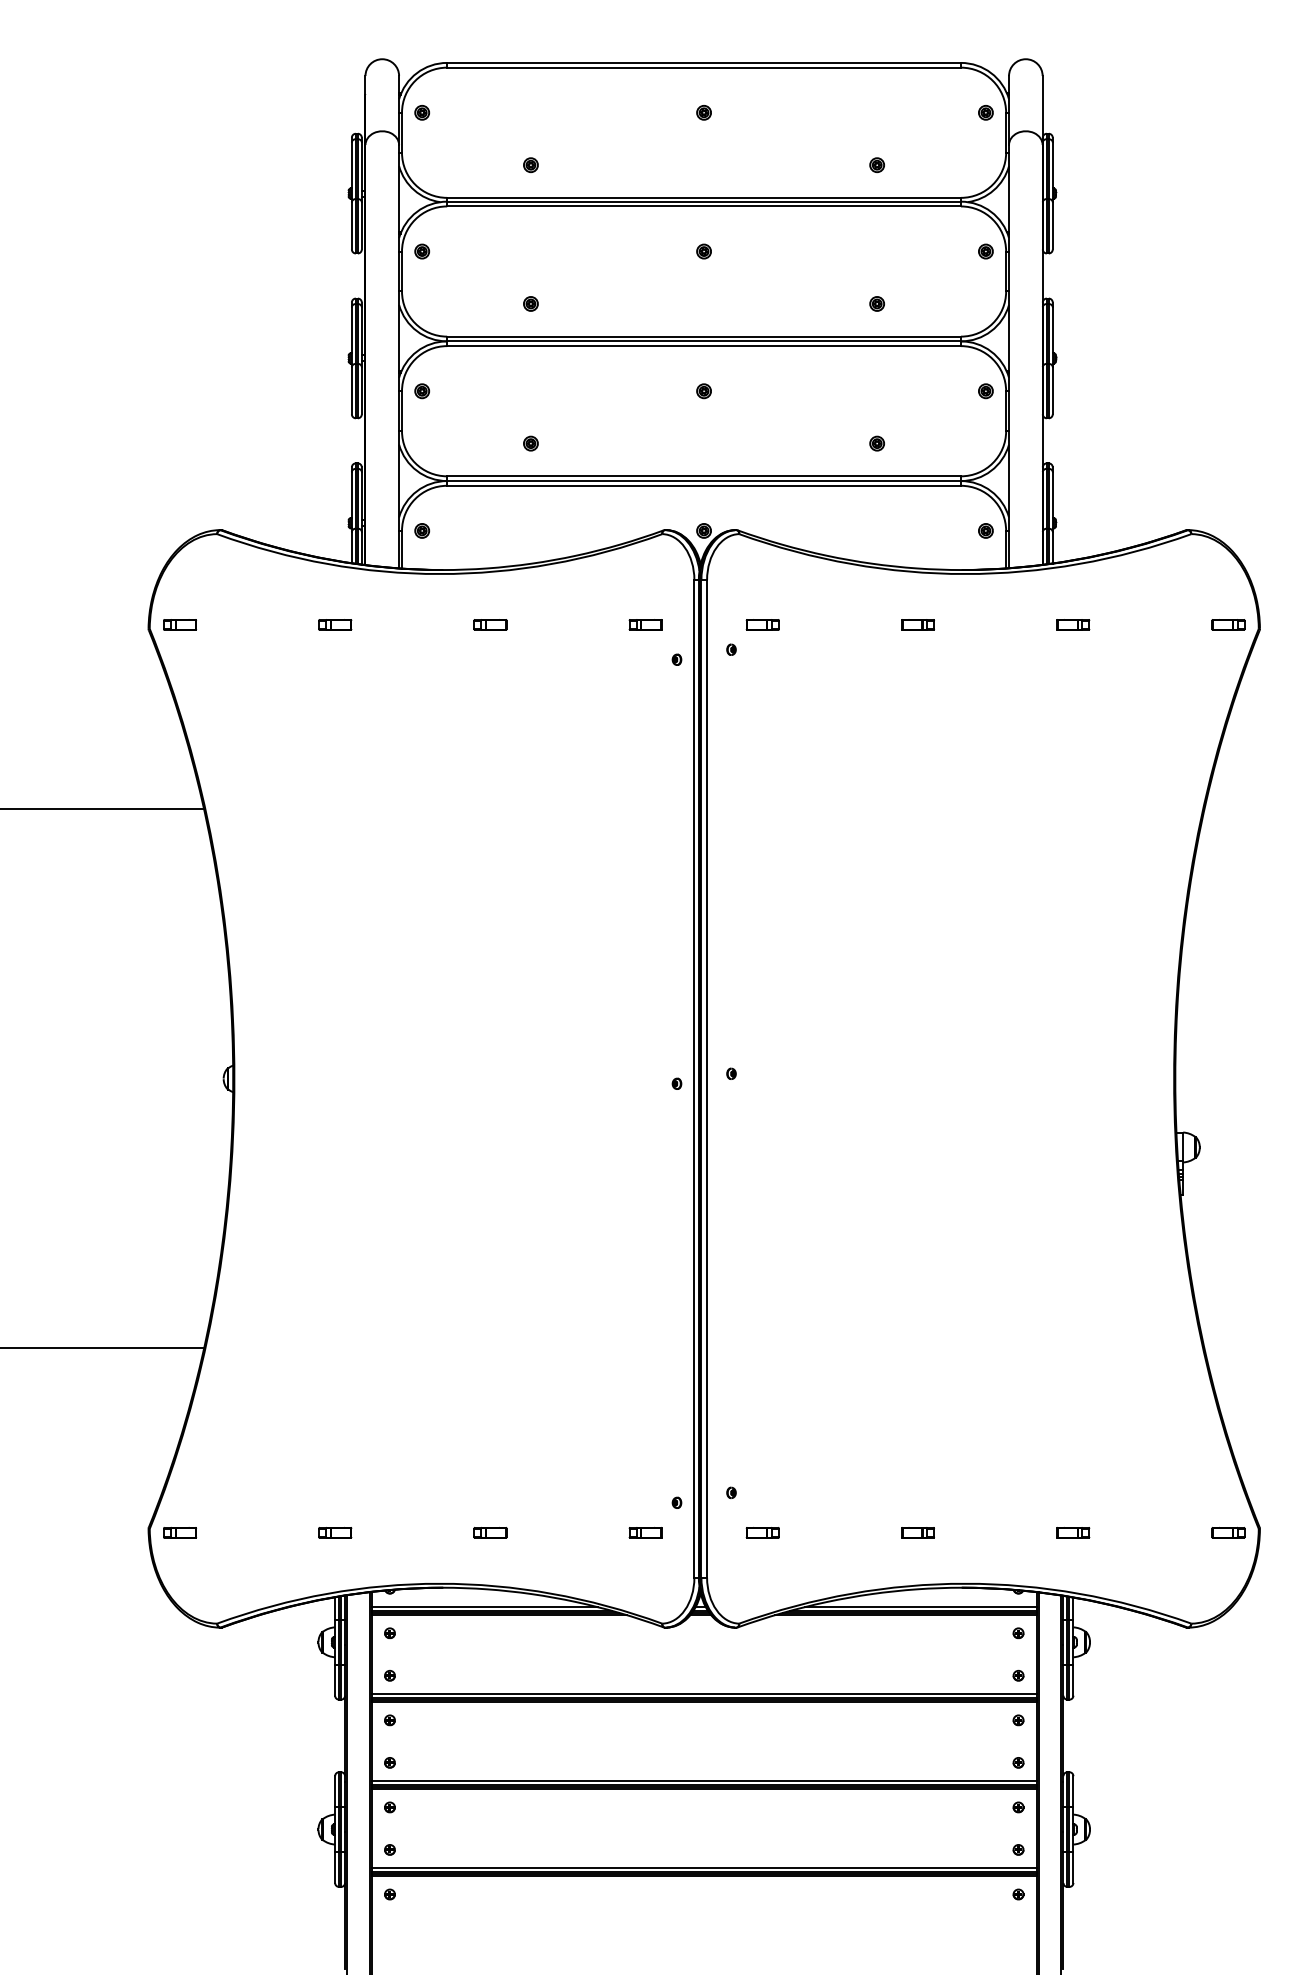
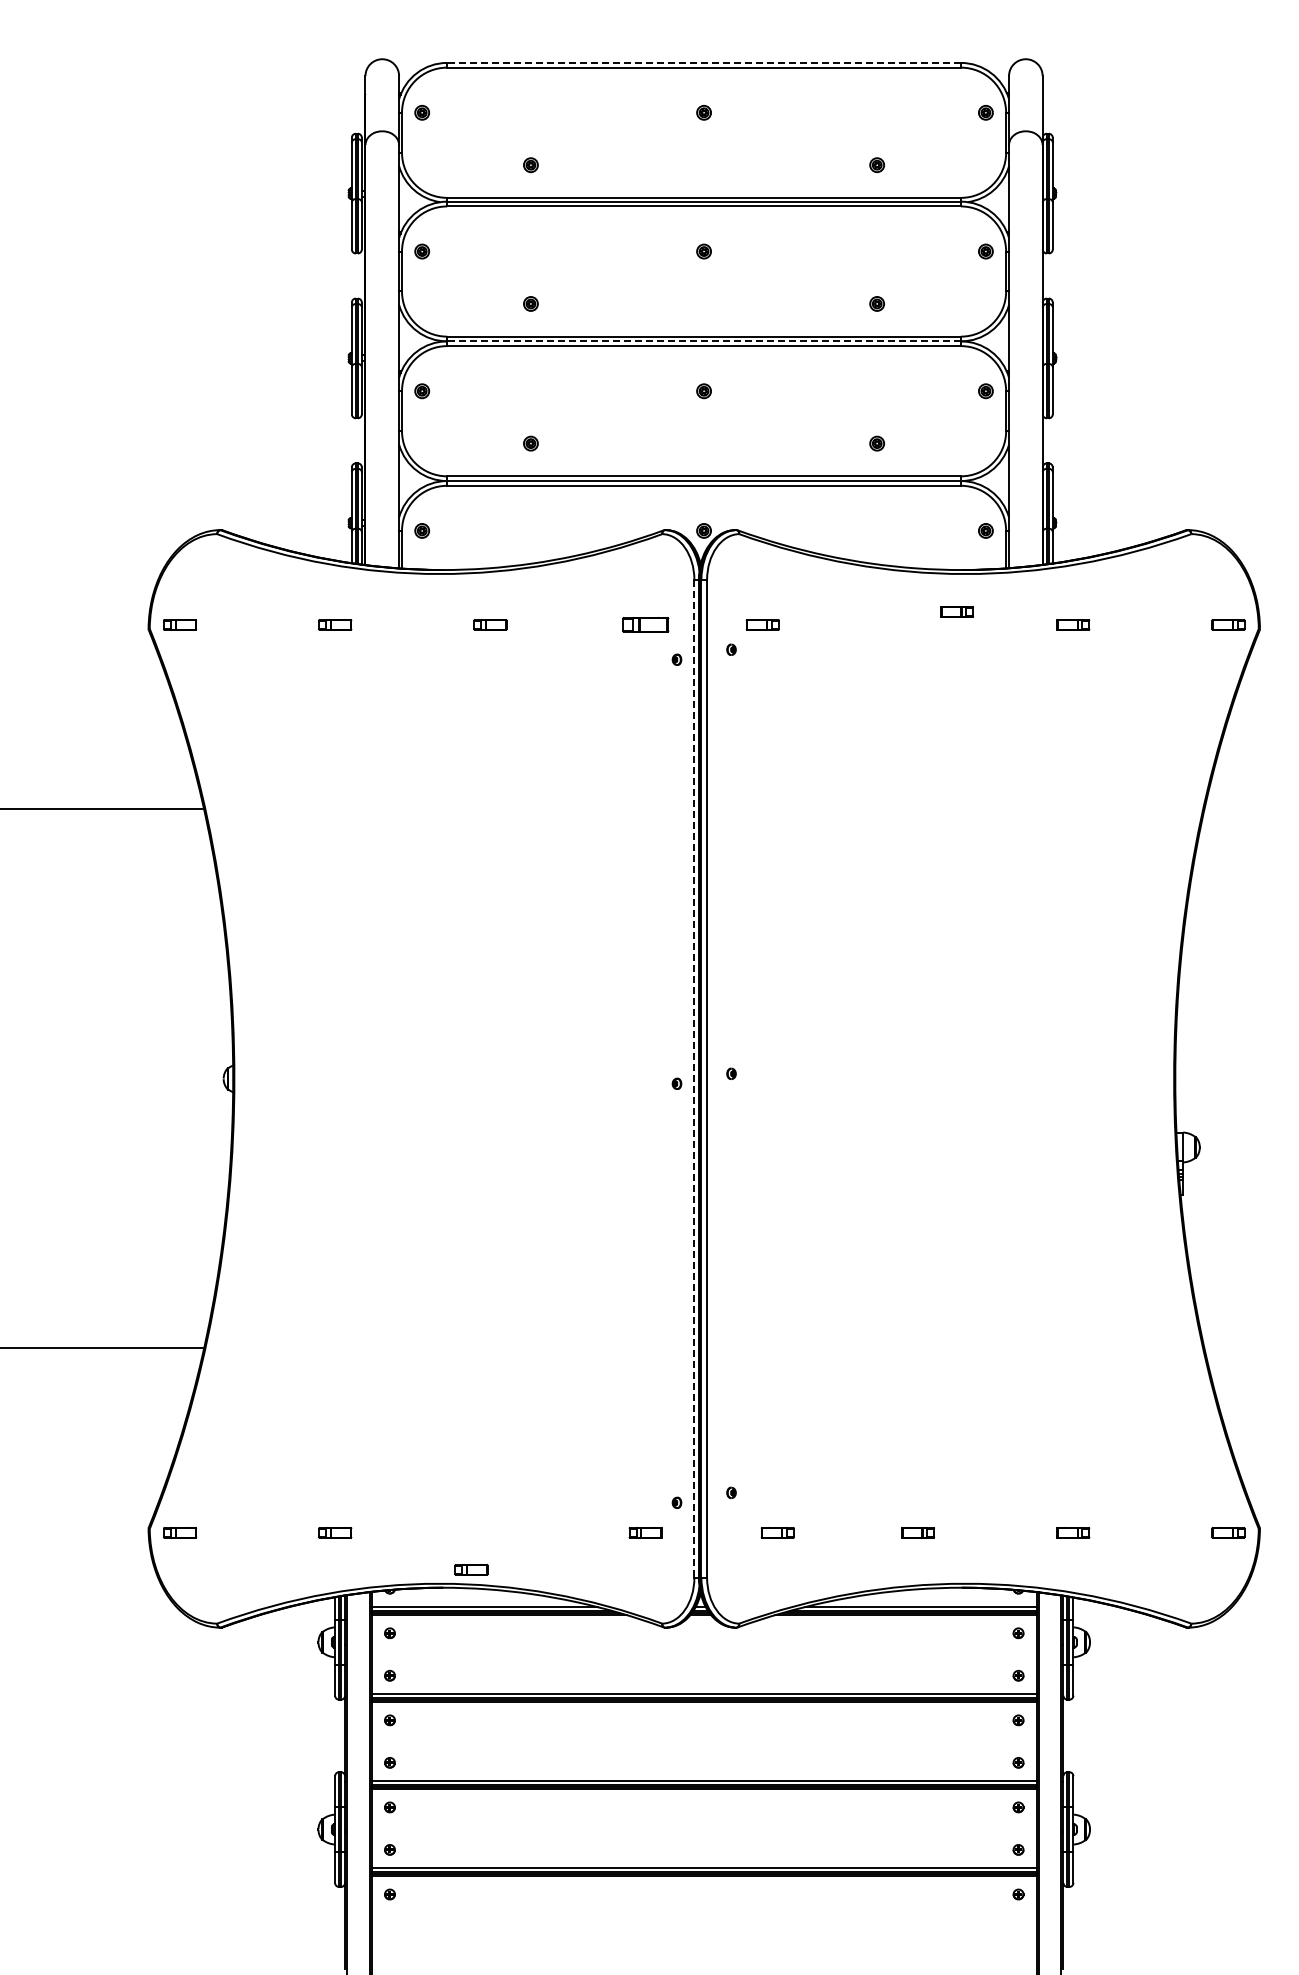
line at (704, 62): solid -> dashed
line at (704, 341): solid -> dashed
part at (645, 624) size: 35x12 px -> 48x16 px
part at (917, 624) position: (917, 624) -> (956, 611)
line at (694, 1078): solid -> dashed
part at (490, 1532) position: (490, 1532) -> (471, 1569)
part at (762, 1532) position: (762, 1532) -> (777, 1532)
